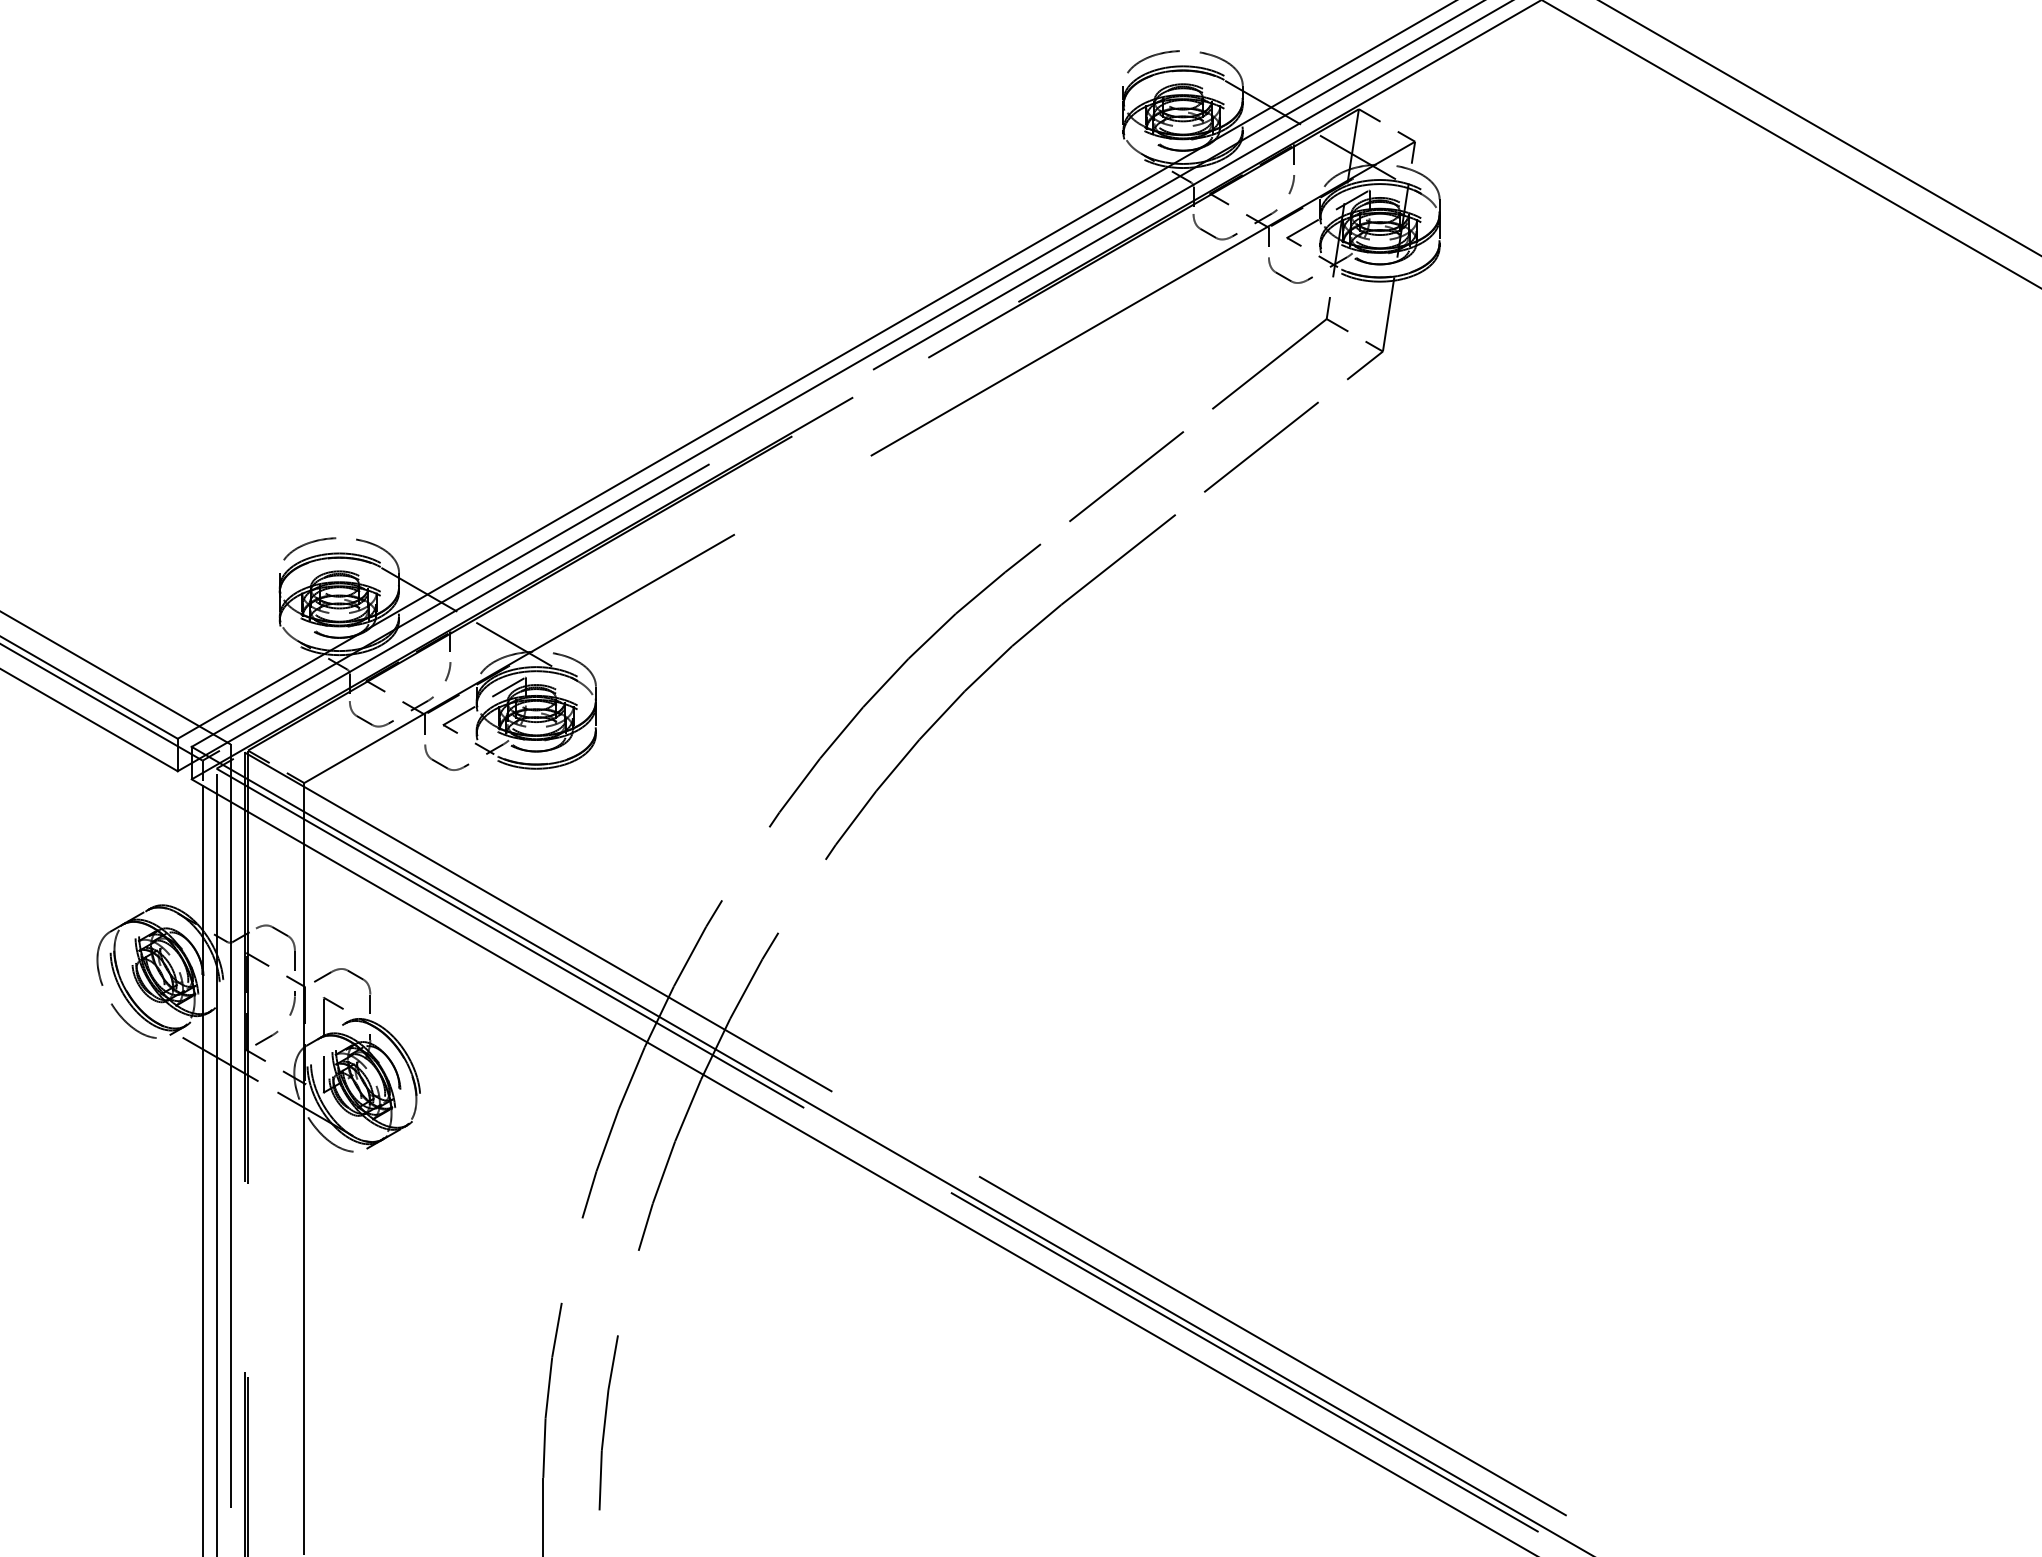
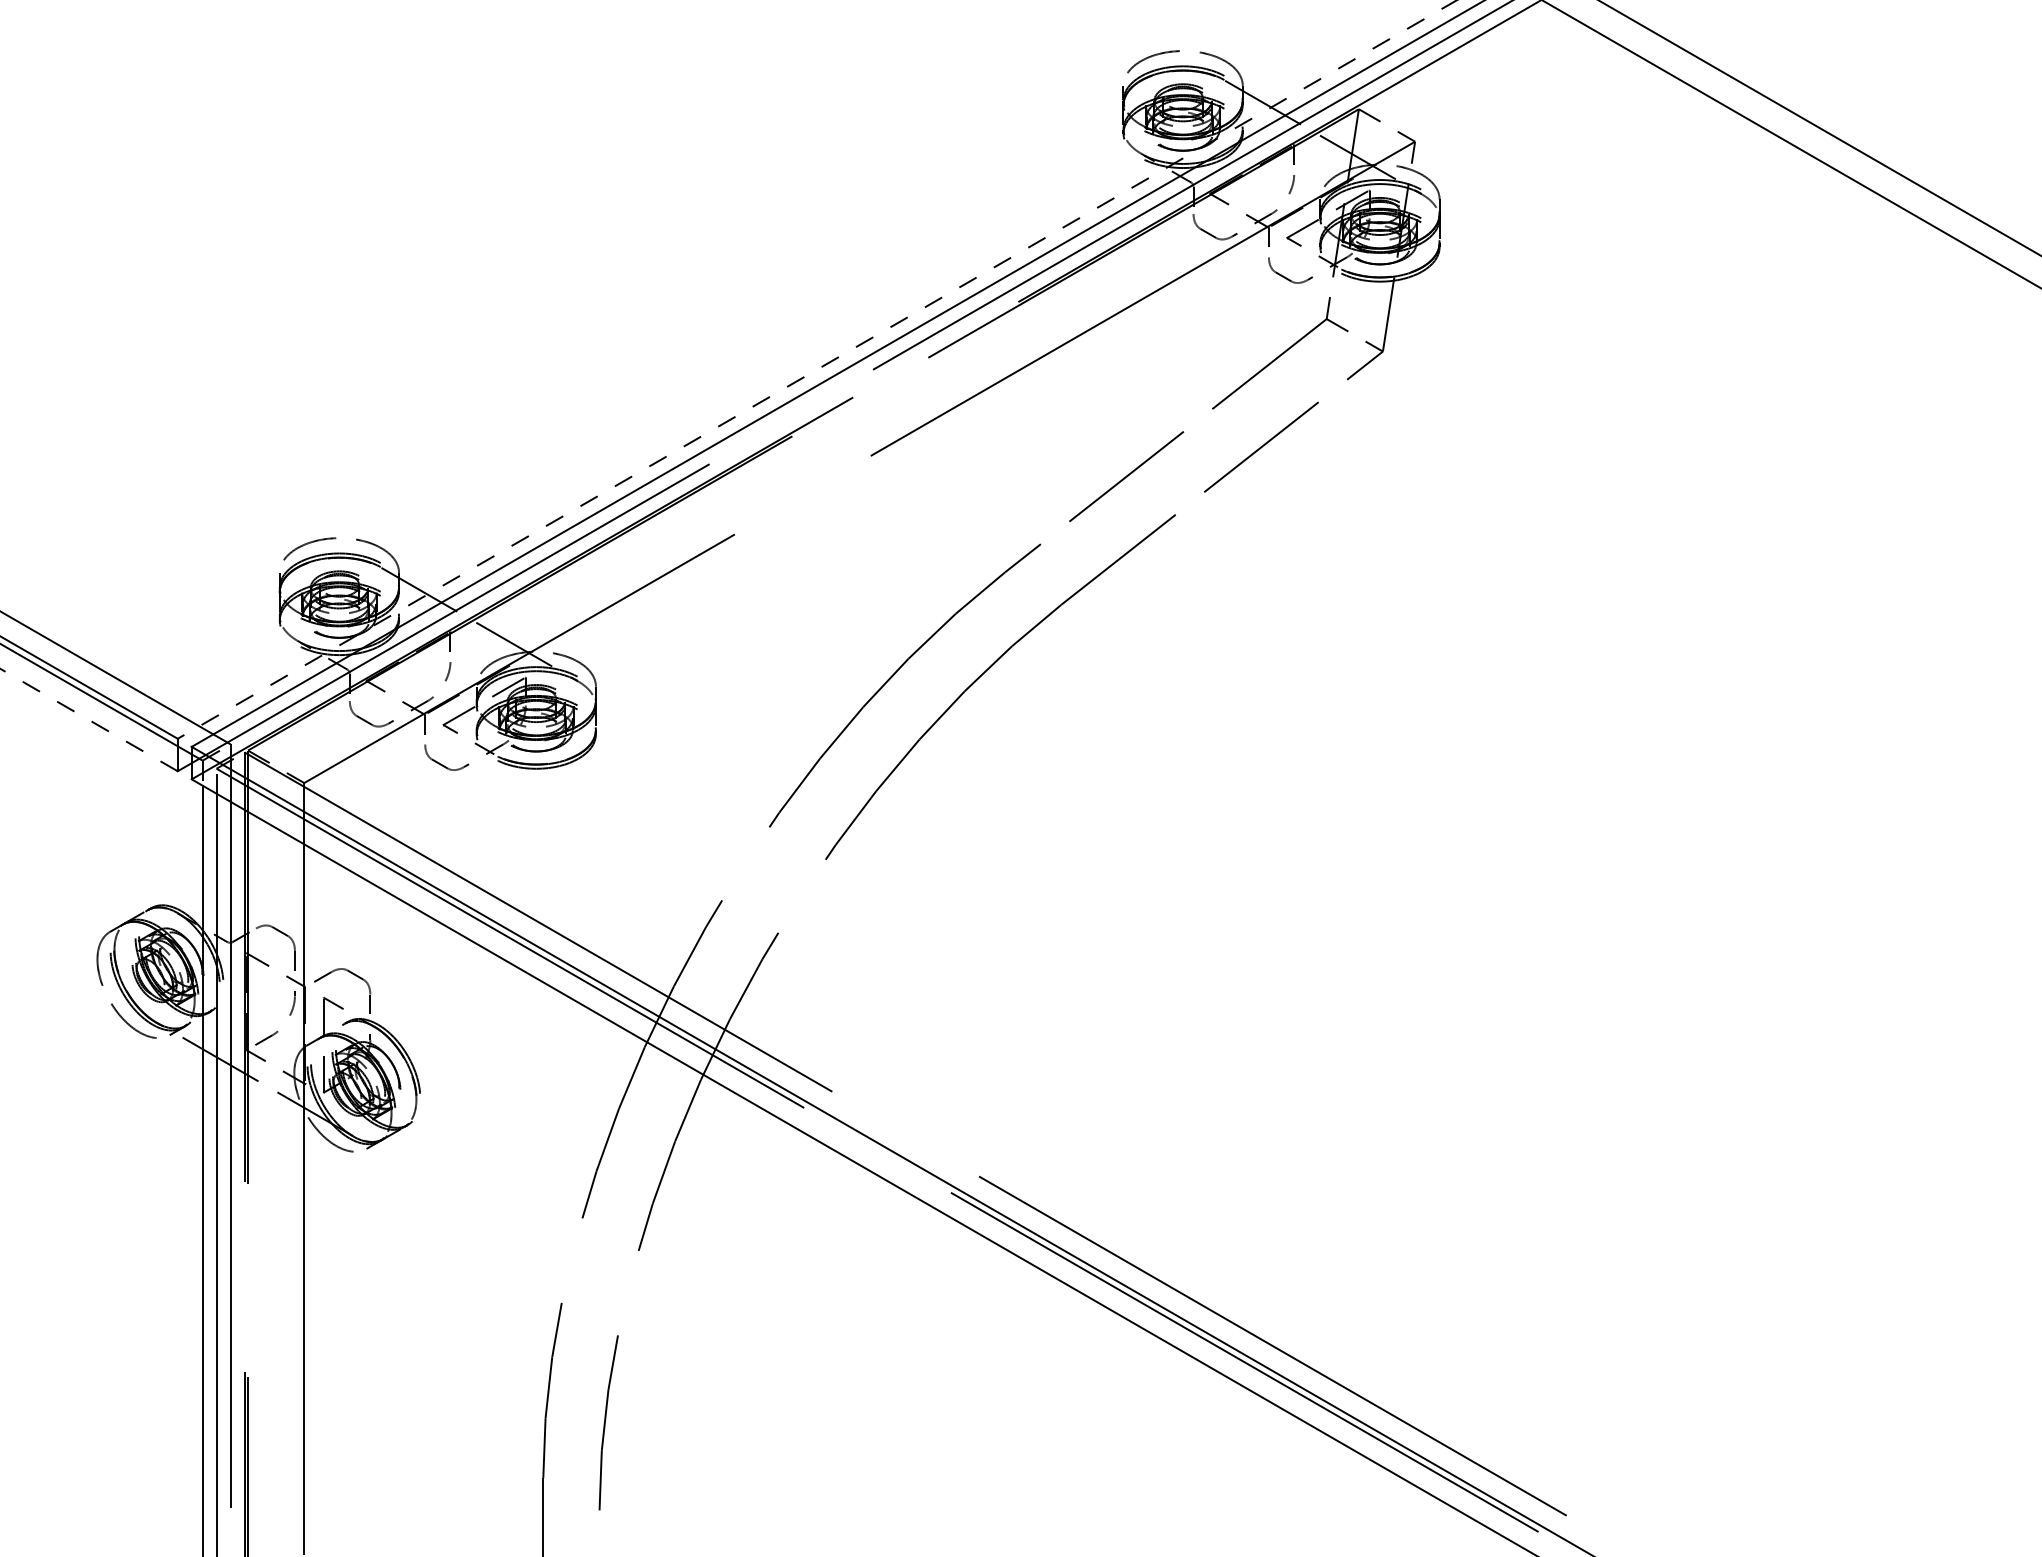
line at (816, 369): solid -> dashed
line at (88, 719): solid -> dashed
